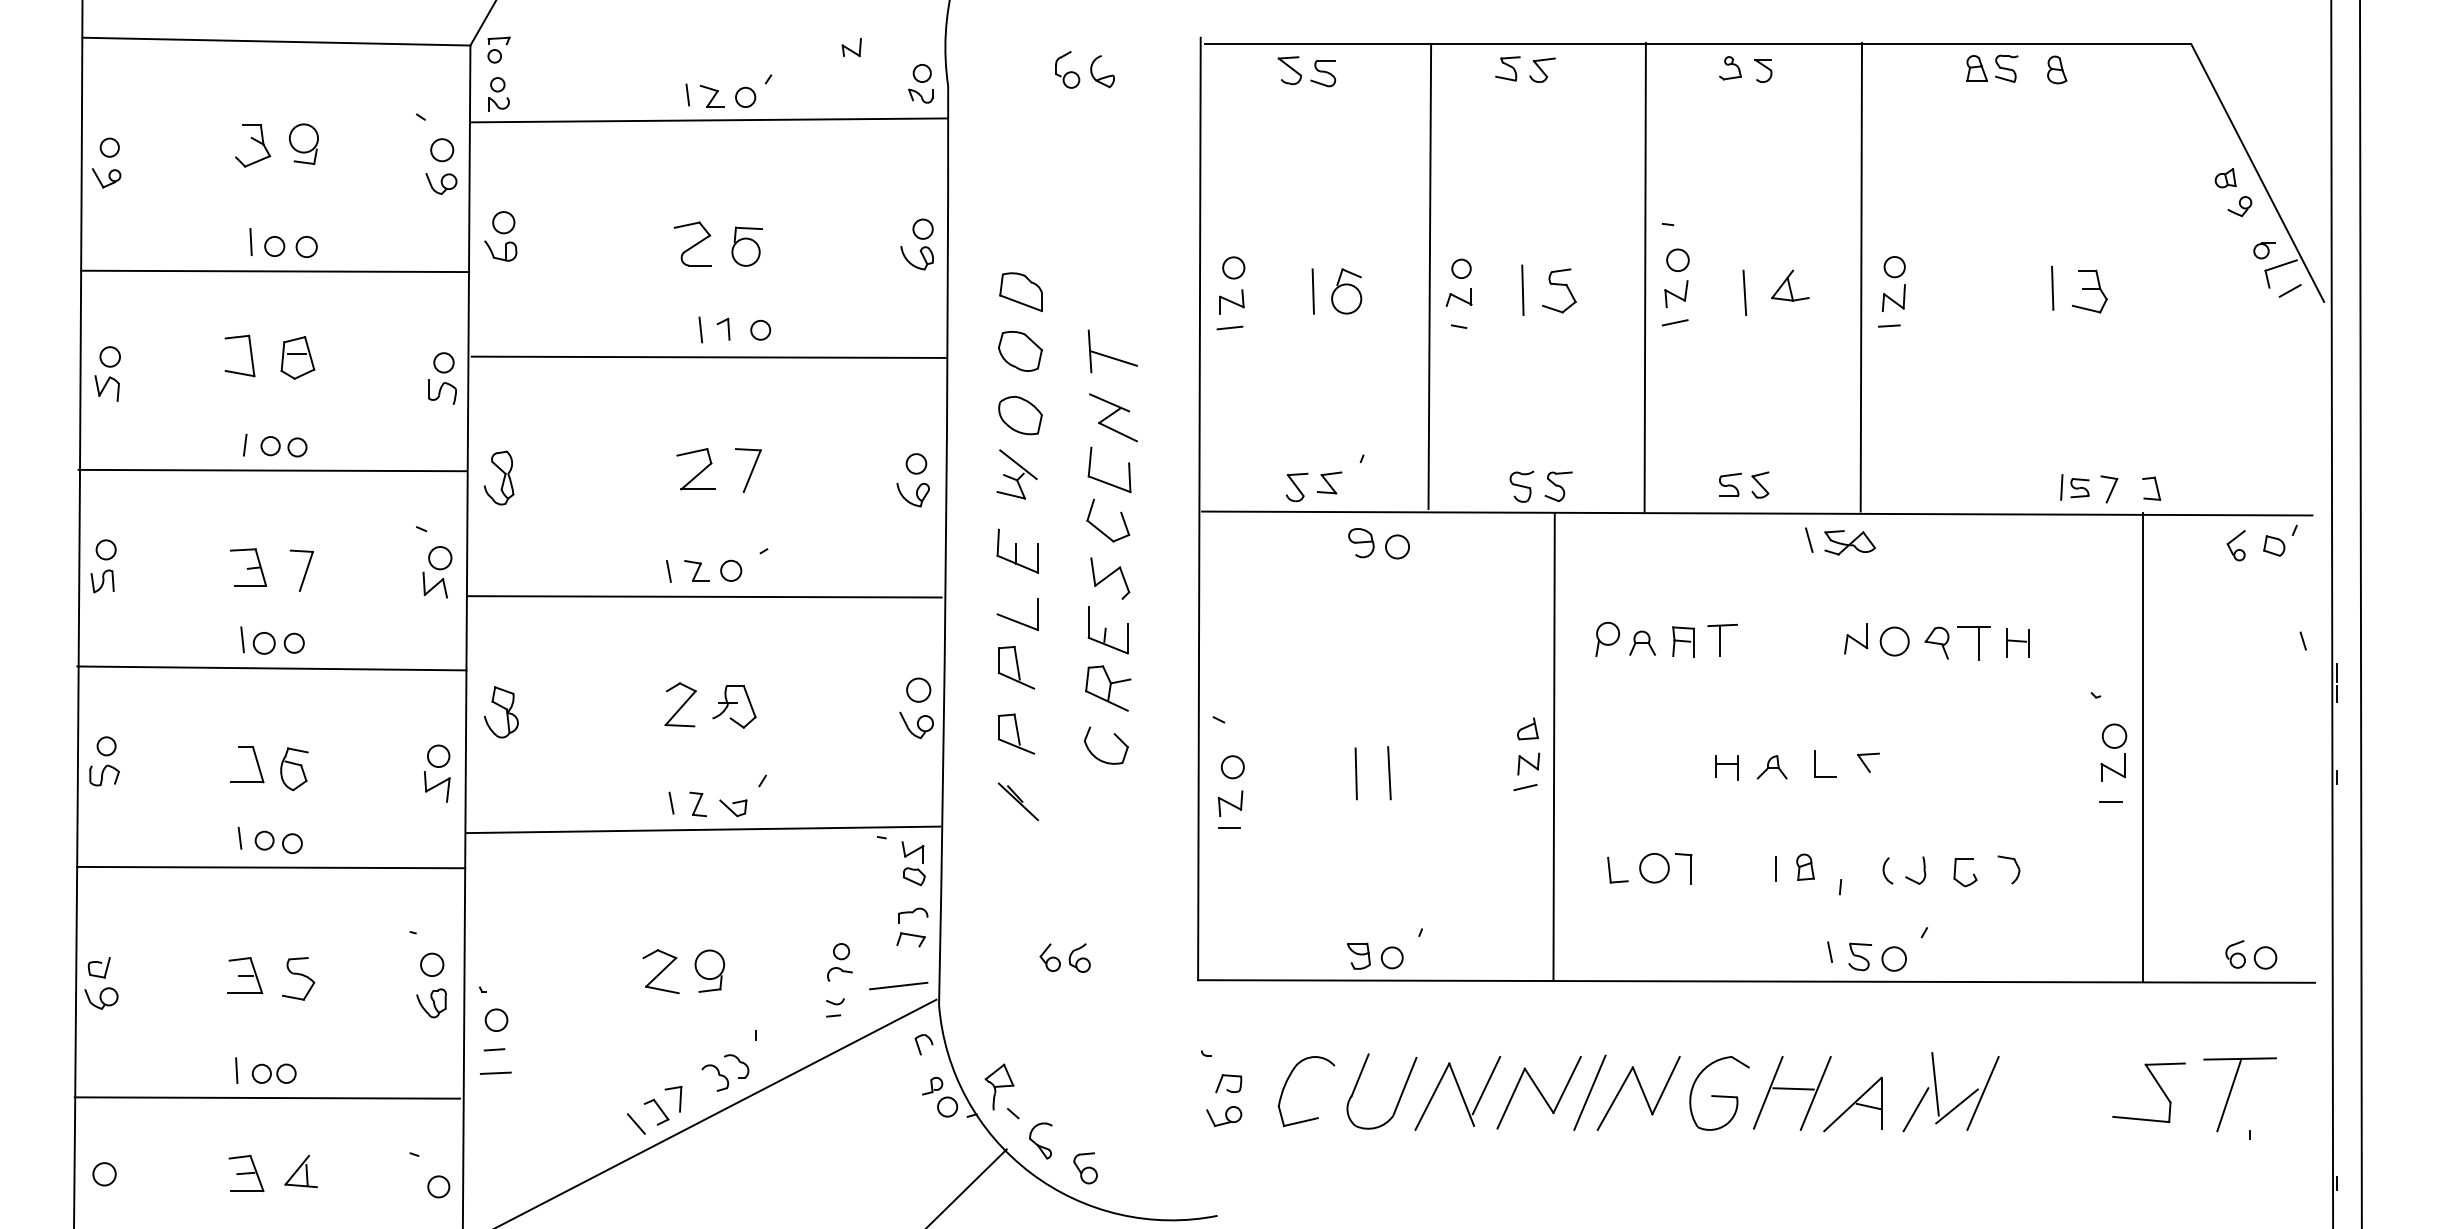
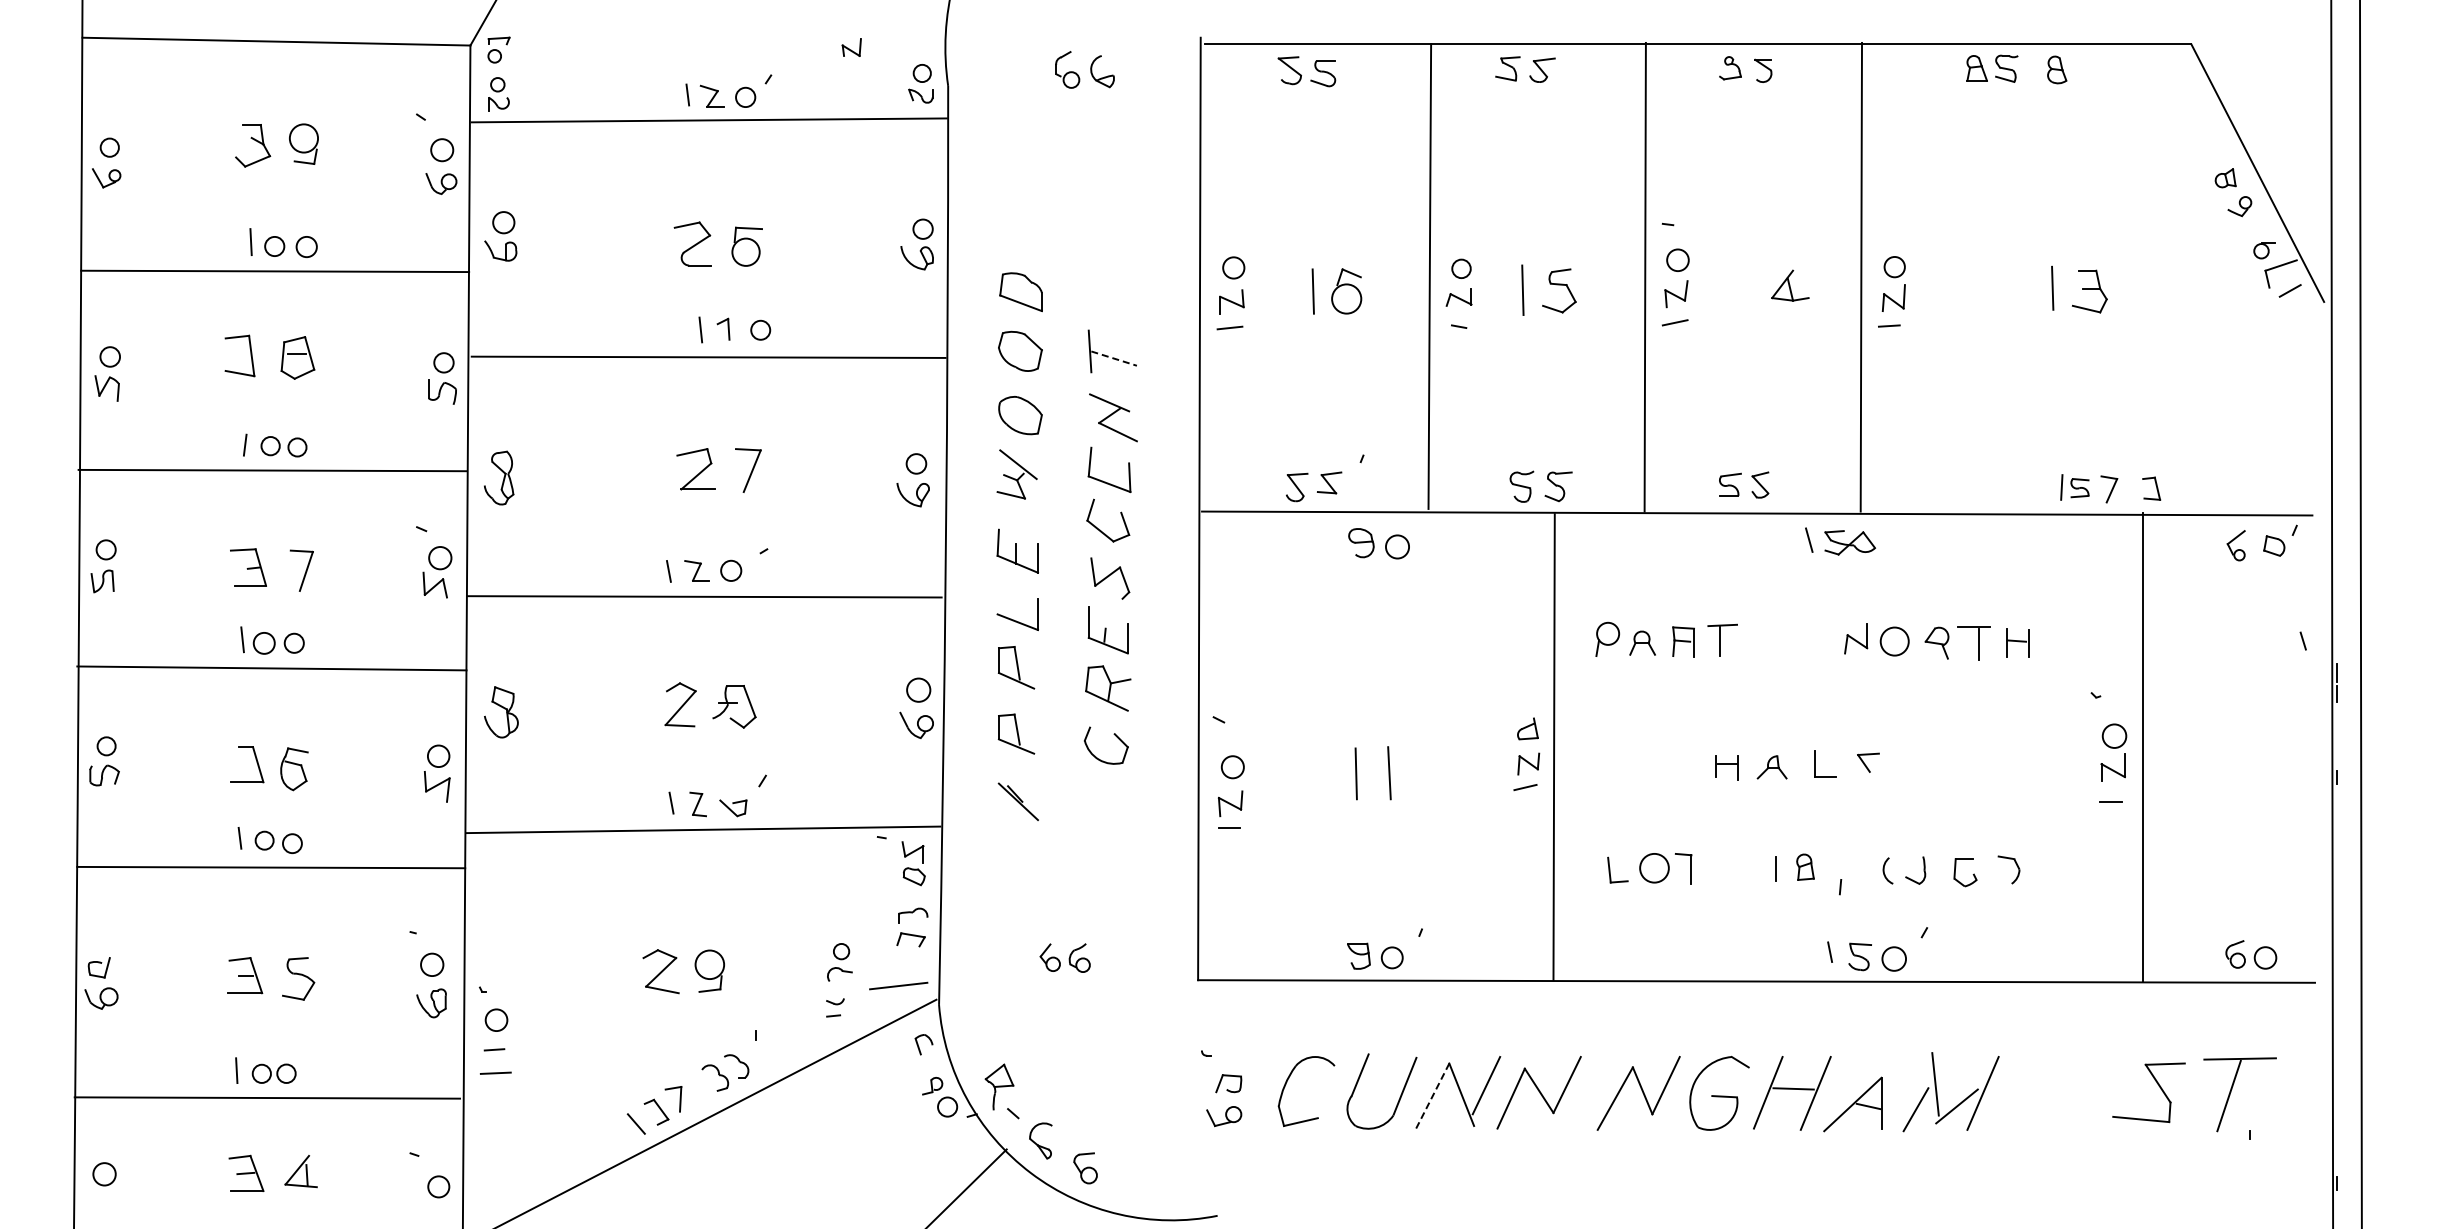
line at (1744, 292): present -> none
line at (1114, 358): solid -> dashed
line at (1589, 1092): present -> none
line at (1432, 1097): solid -> dashed
